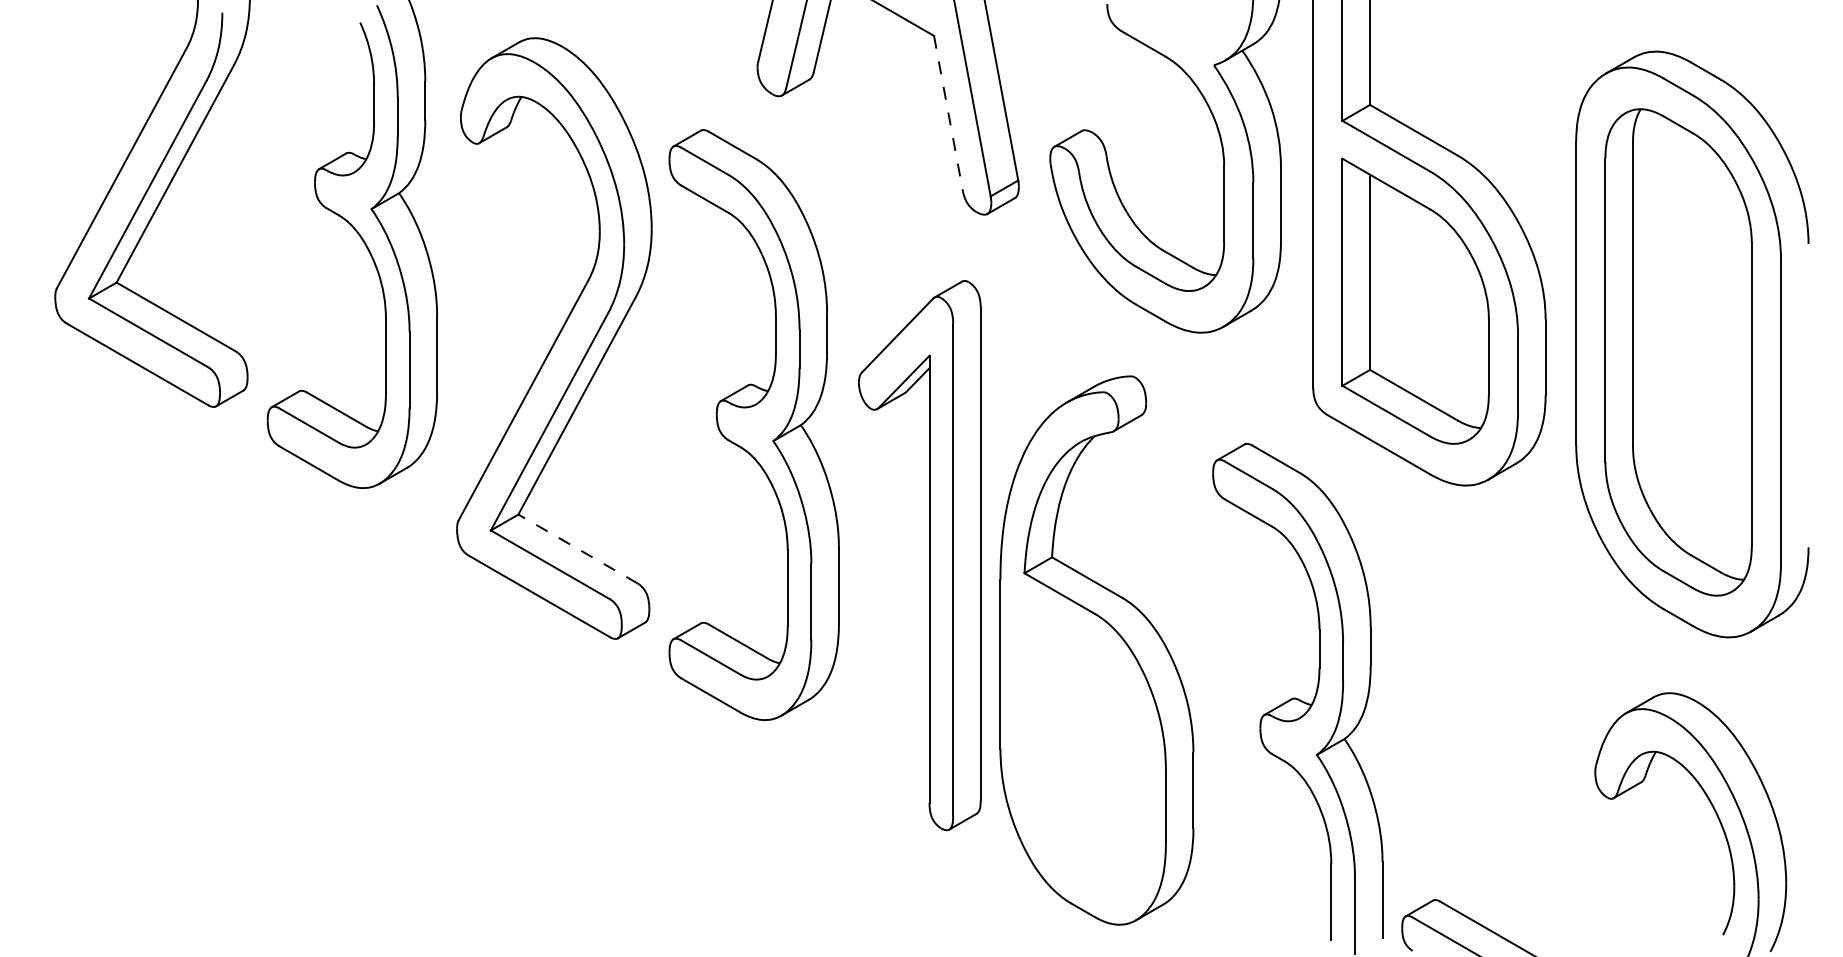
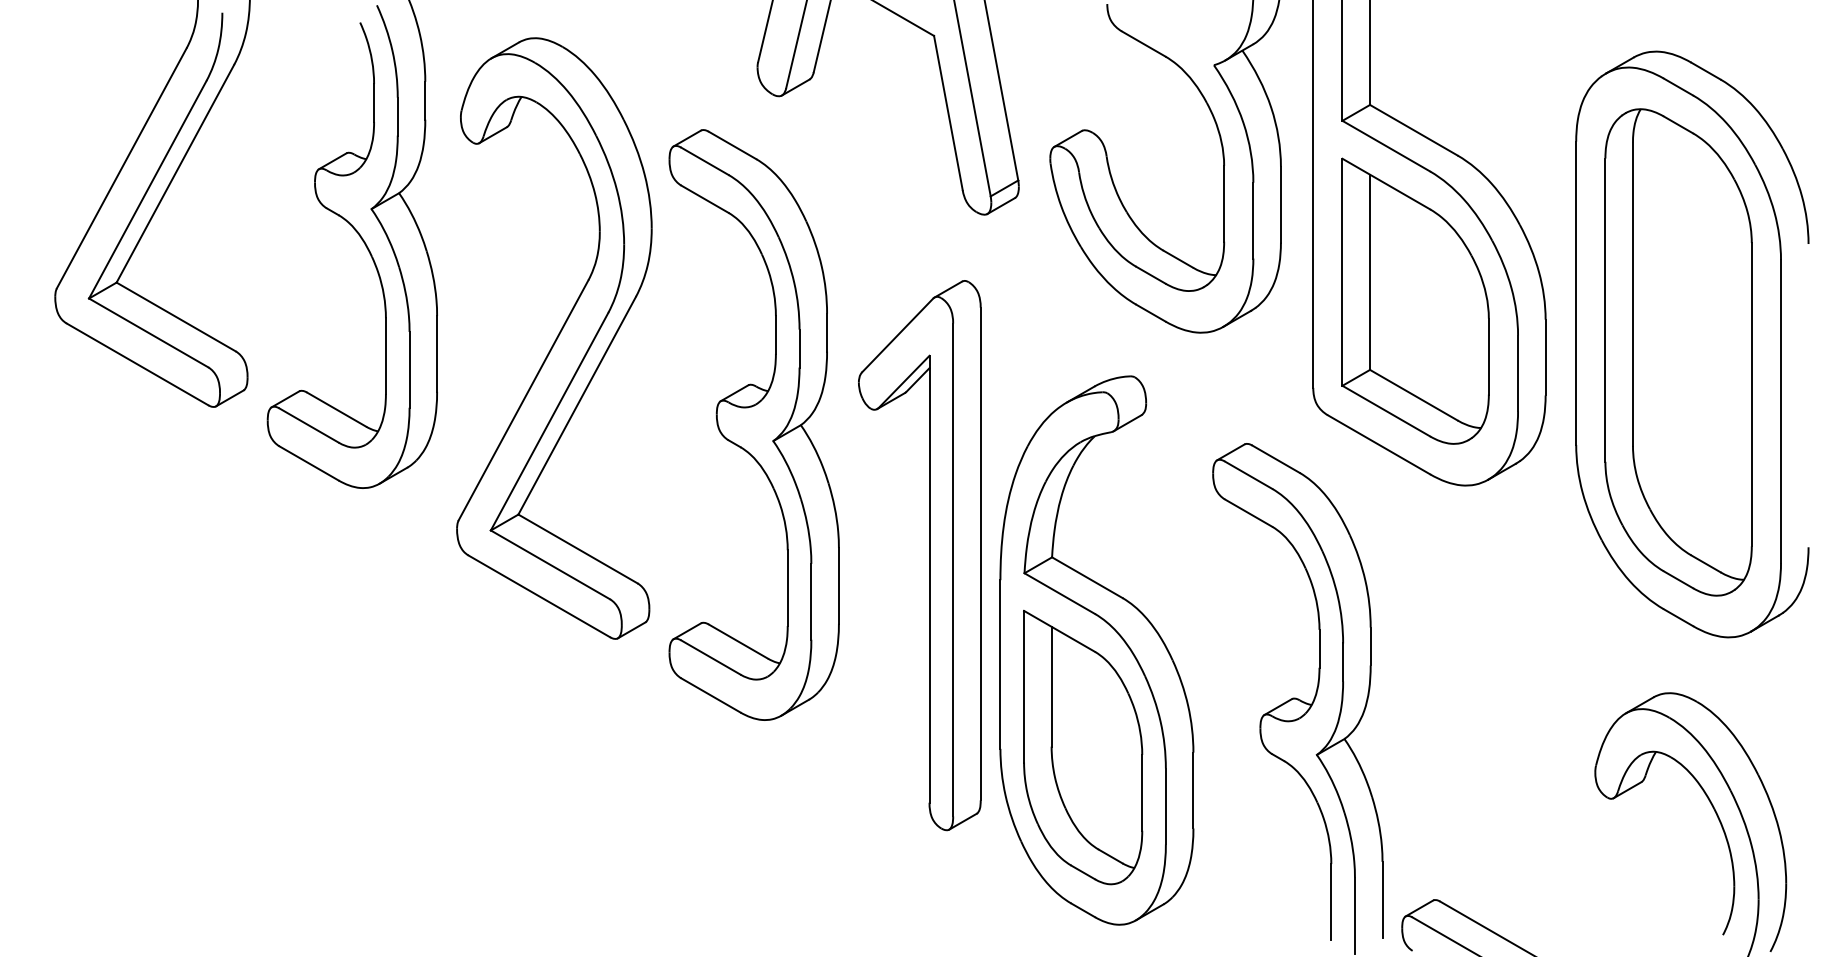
line at (948, 113): dashed -> solid
line at (577, 548): dashed -> solid
part at (1083, 747): none -> present
